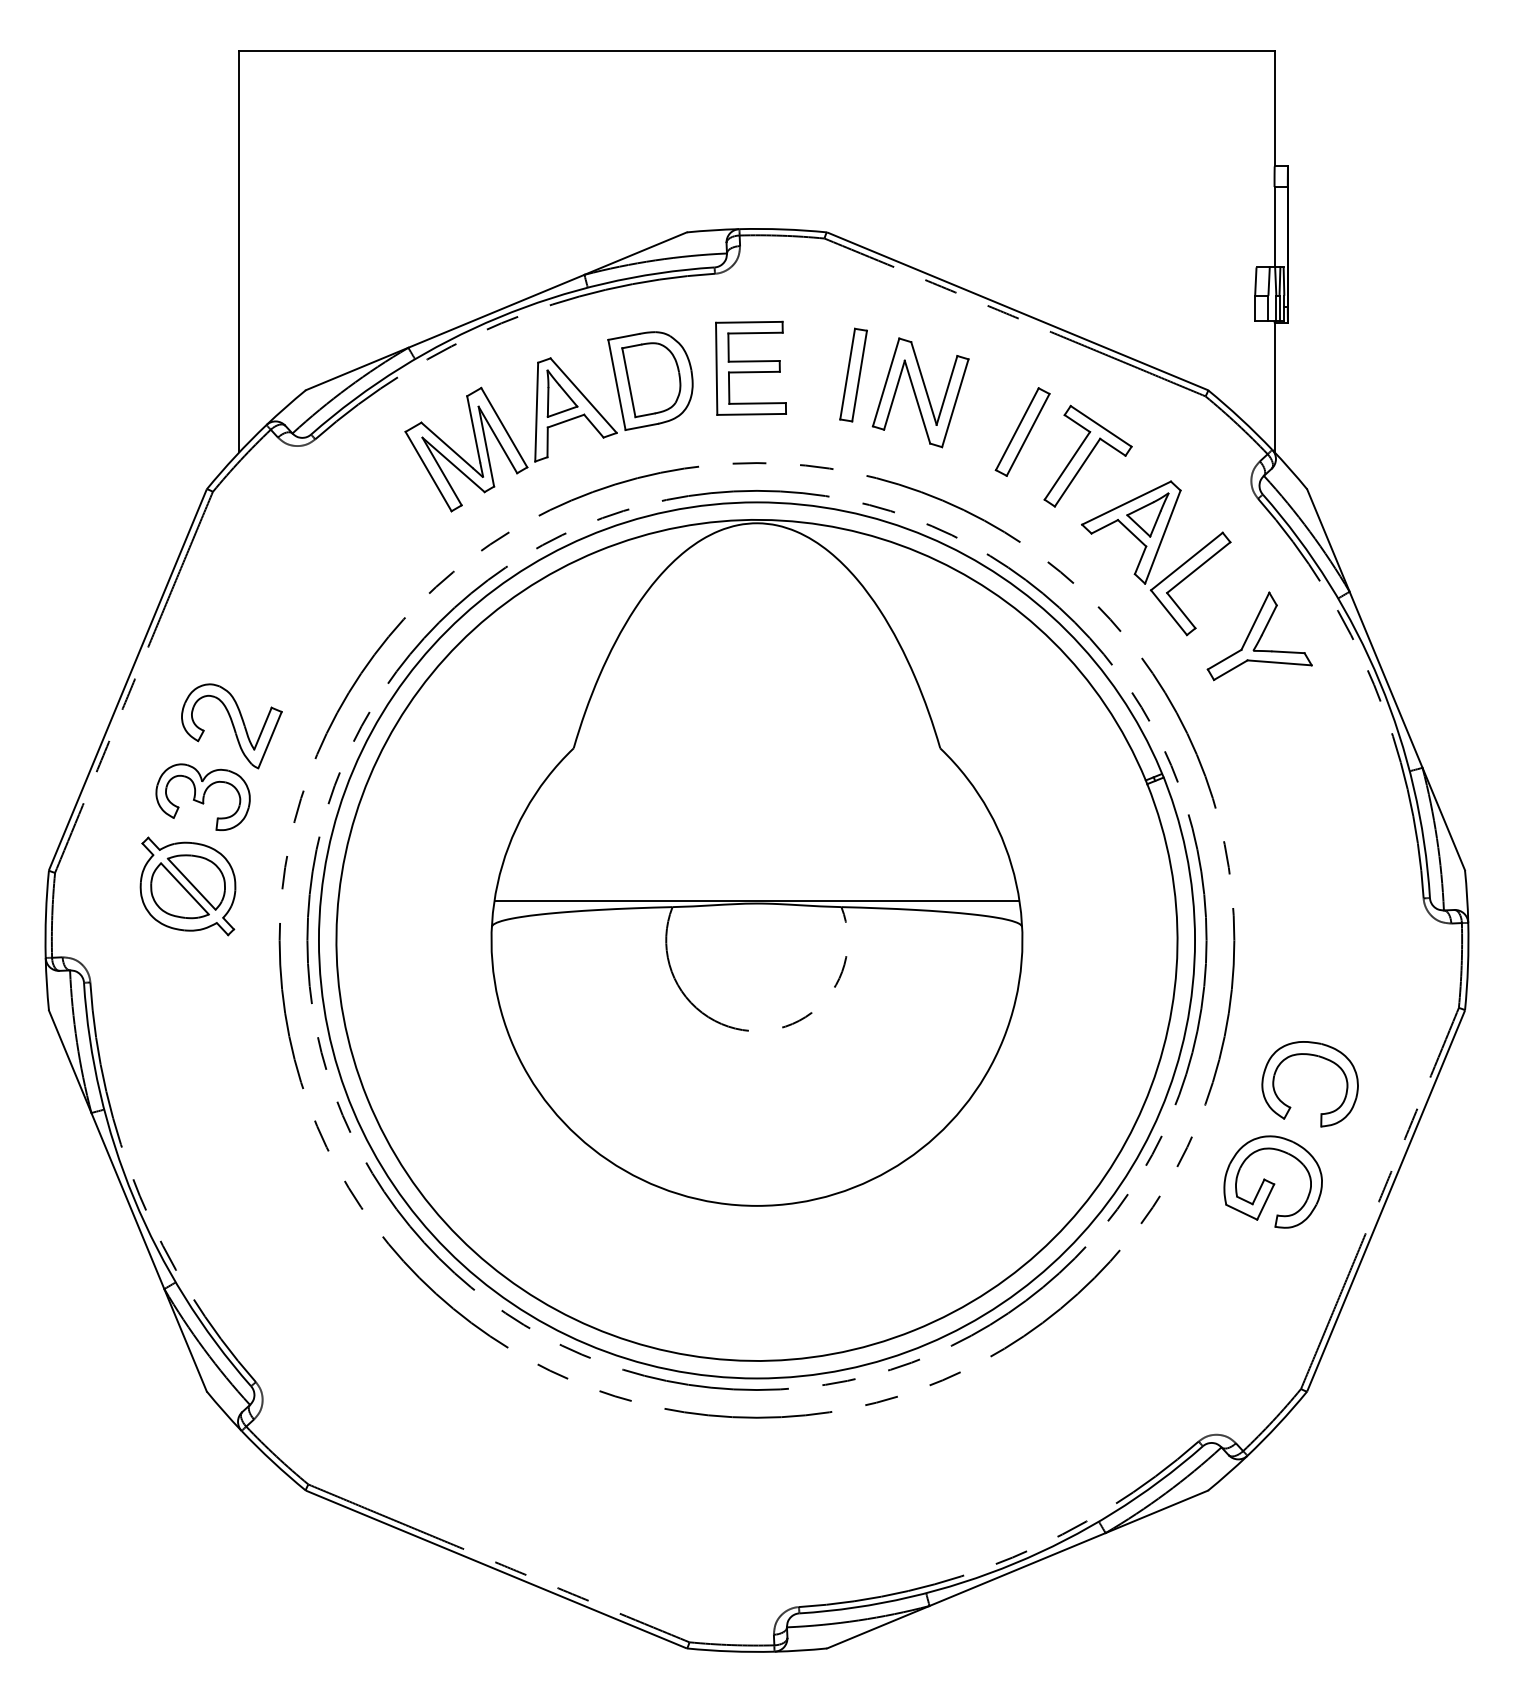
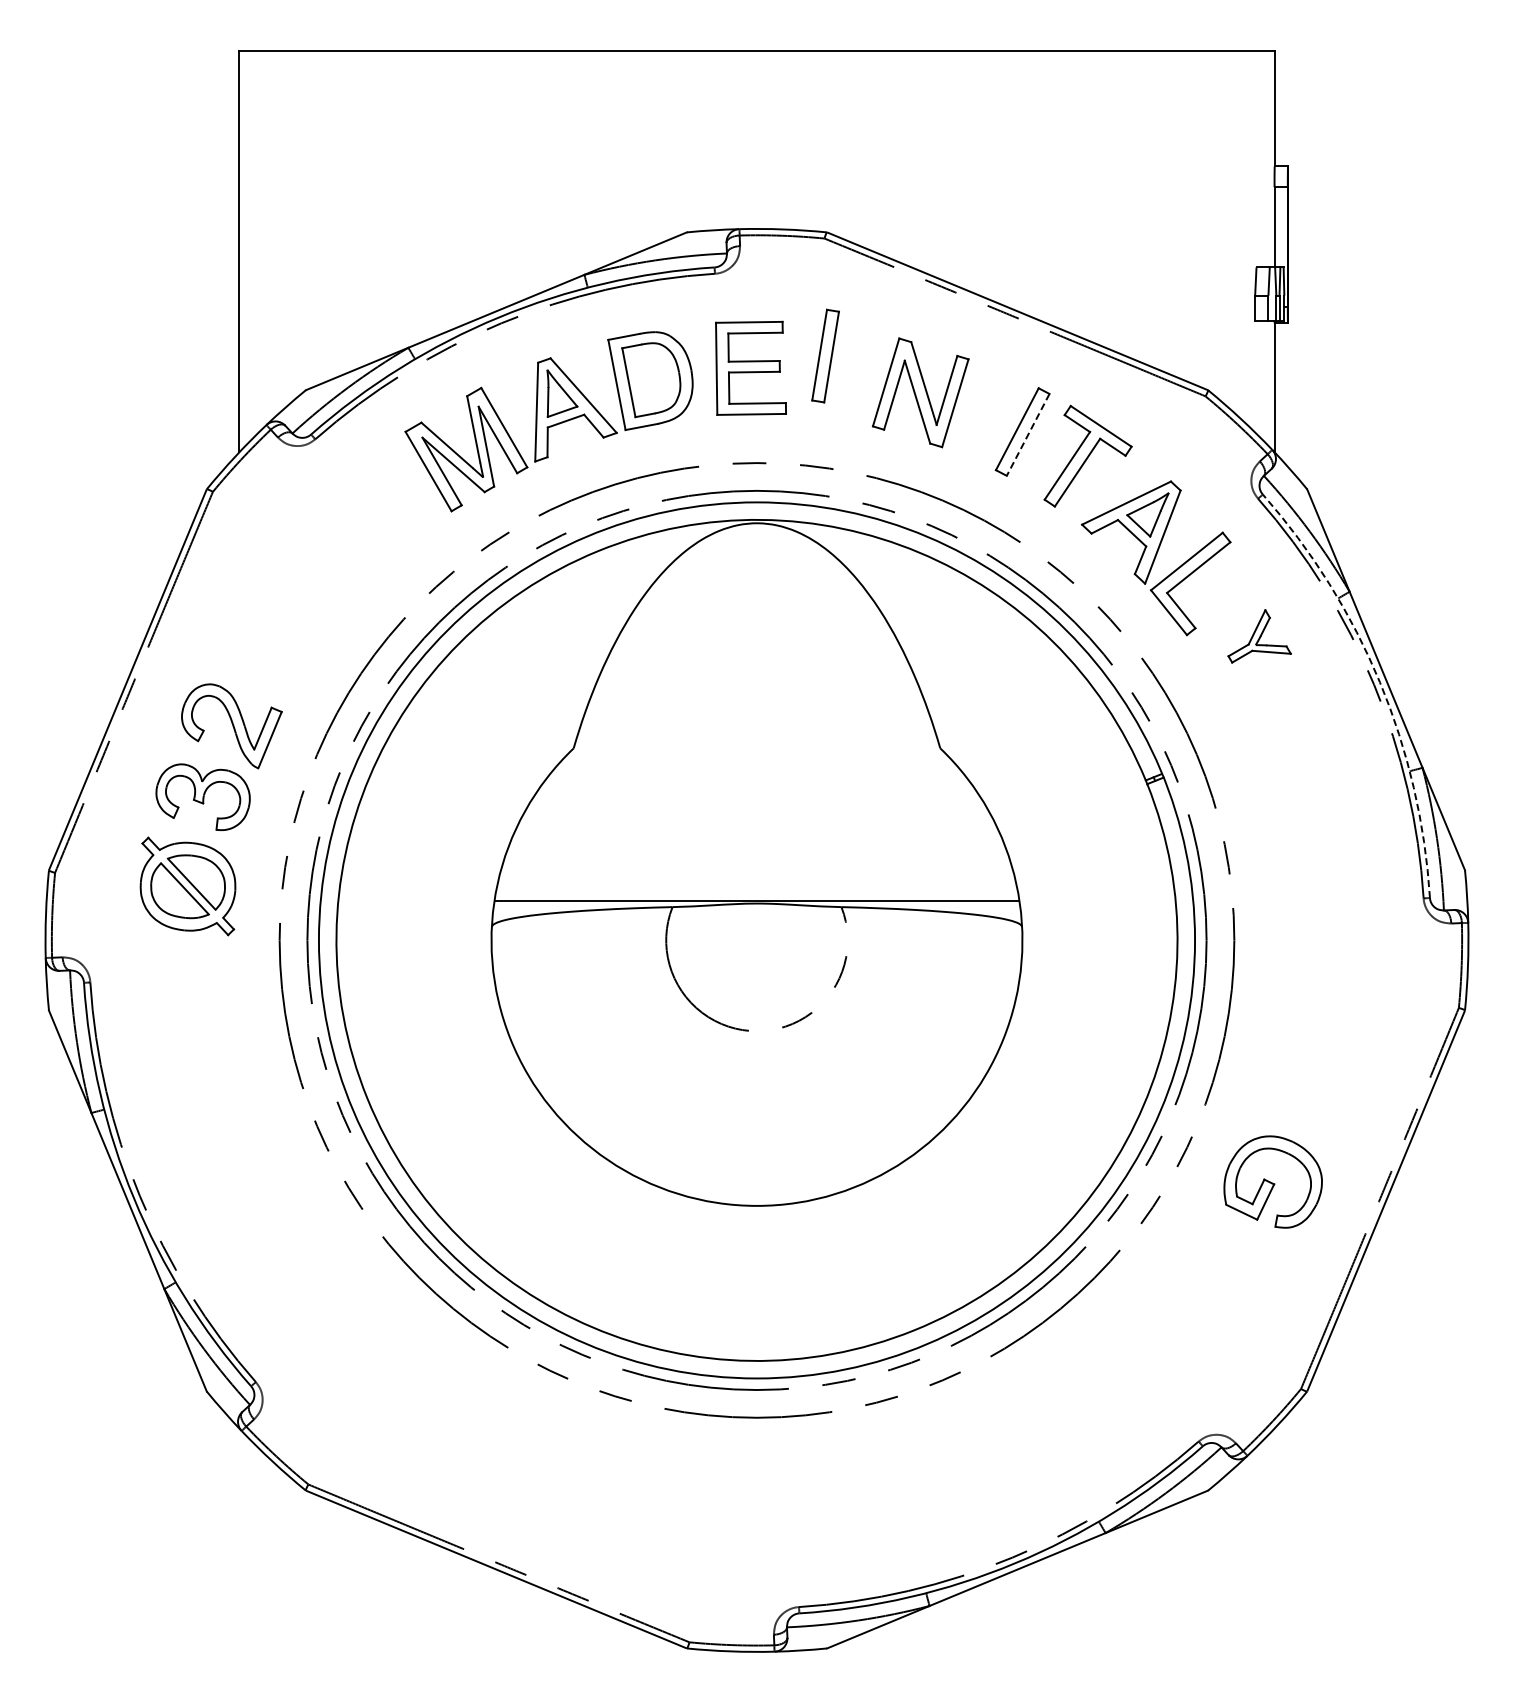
part at (853, 374) position: (853, 374) -> (825, 355)
line at (1027, 435): solid -> dashed
part at (1259, 636) size: 107x91 px -> 65x55 px
arc at (1379, 682): solid -> dashed
part at (1314, 1056): present -> none
